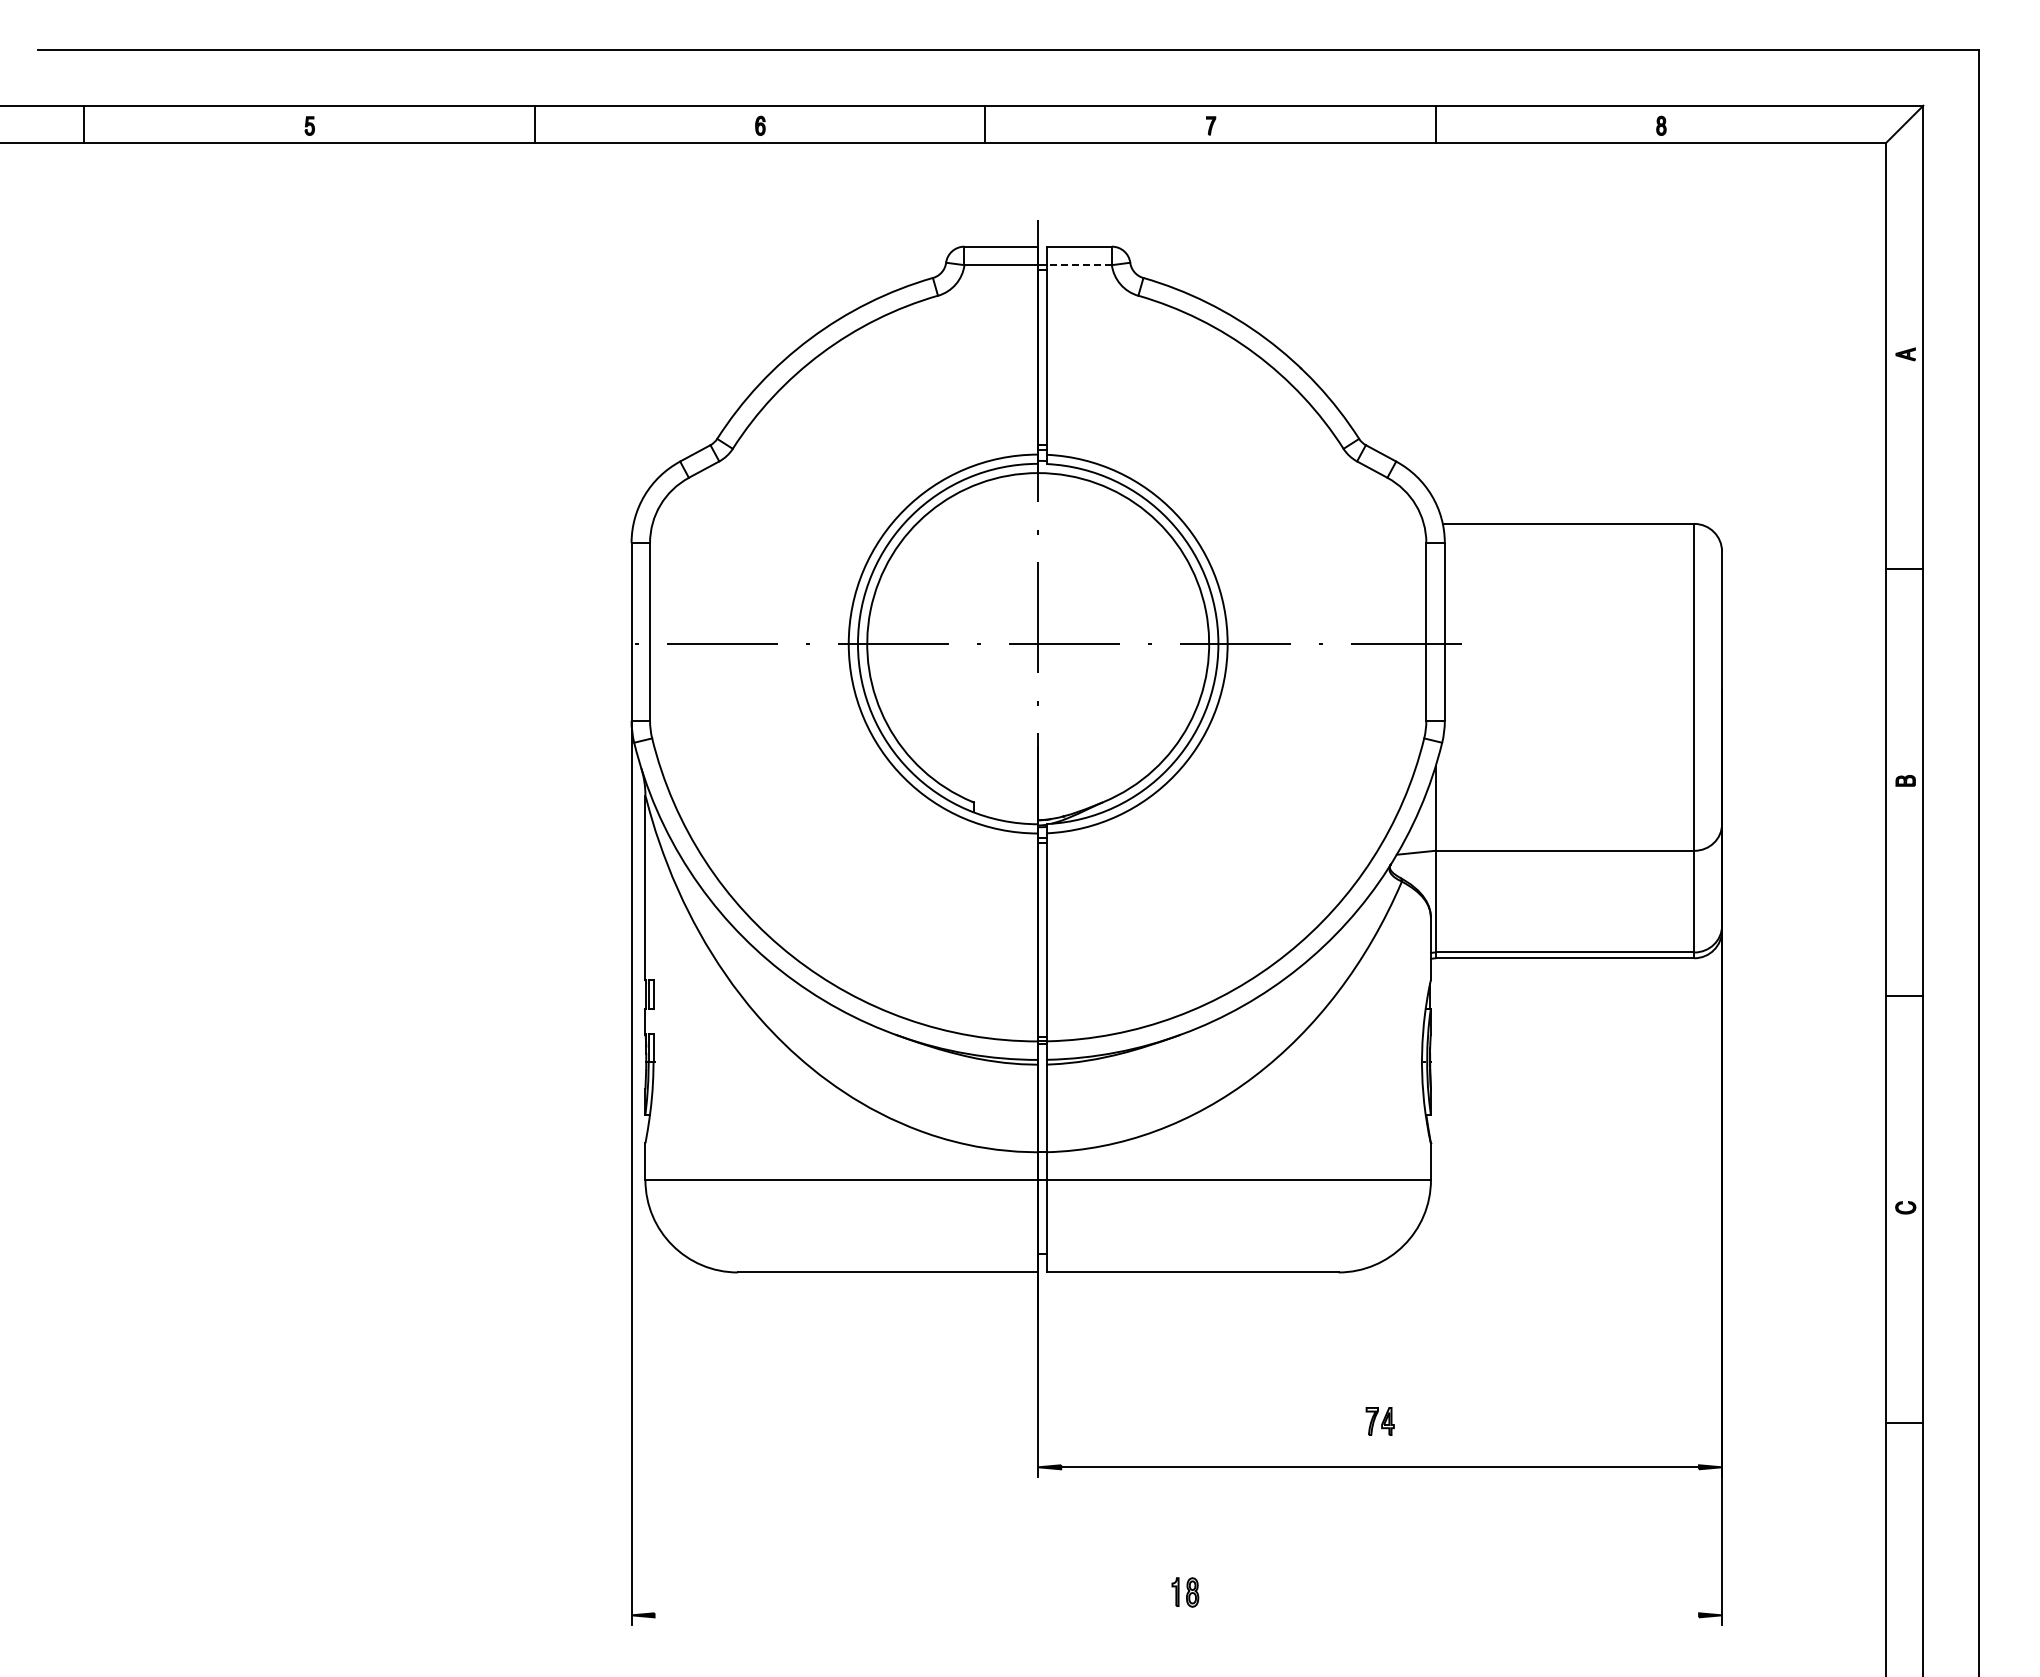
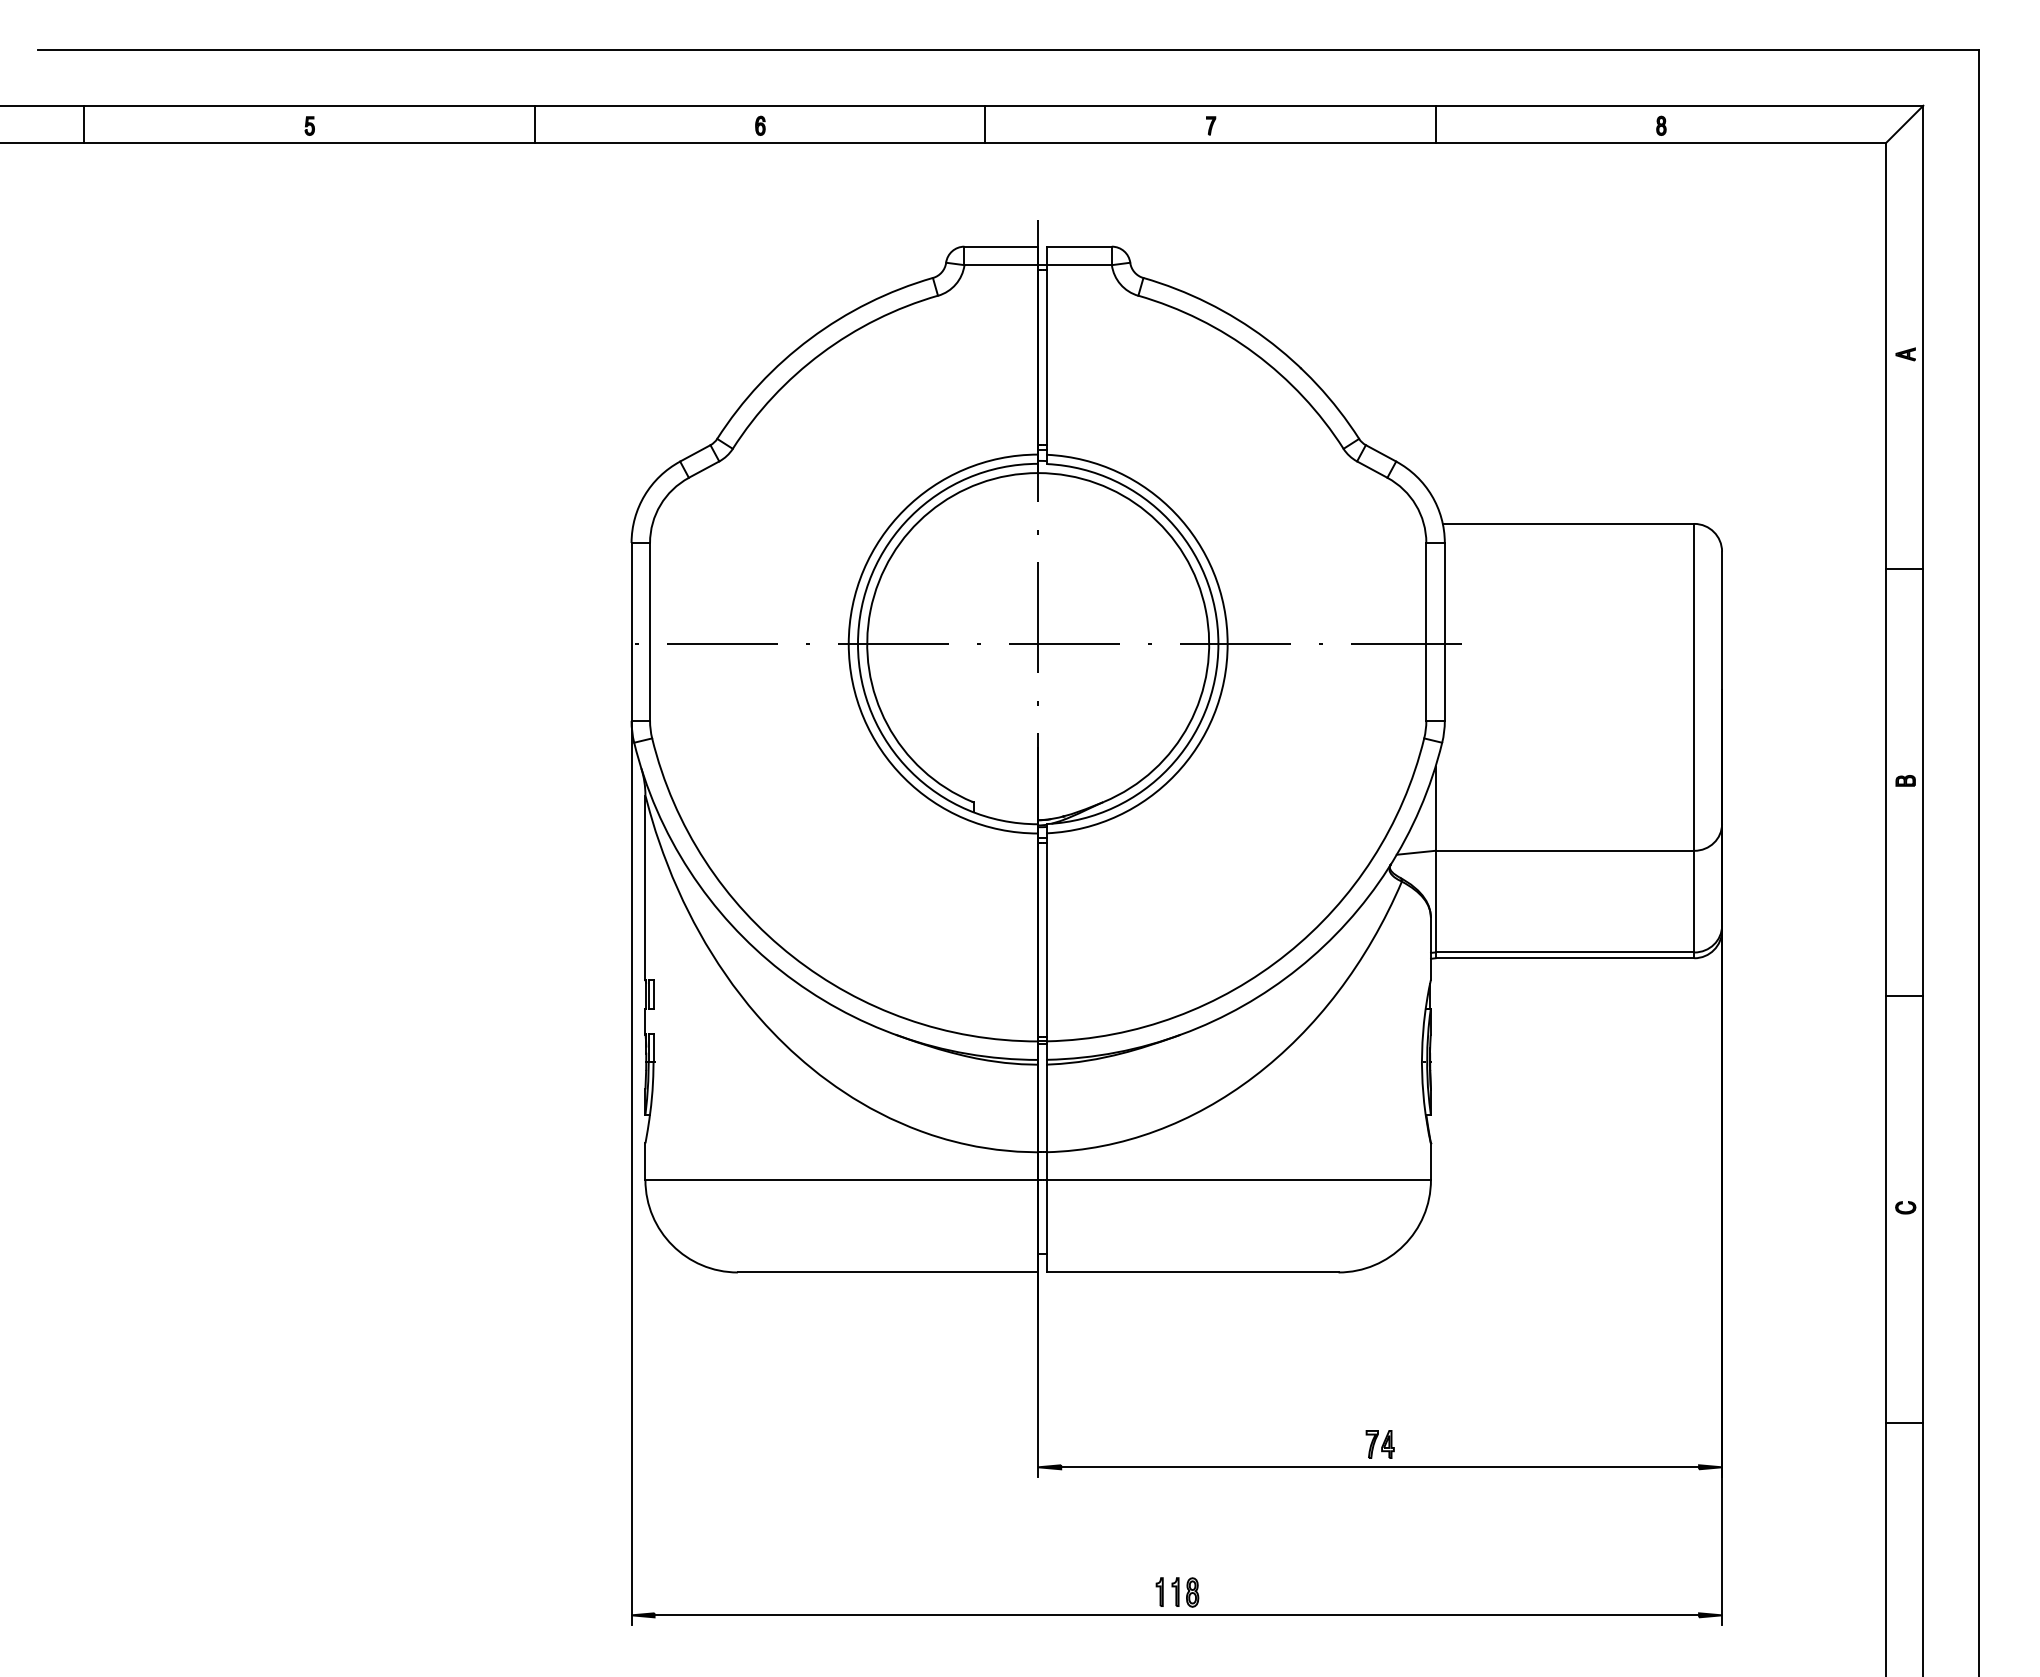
line at (1079, 265): dashed -> solid
part at (1379, 1421) position: (1379, 1421) -> (1379, 1444)
part at (1159, 1591): none -> present
line at (1176, 1615): none -> present
